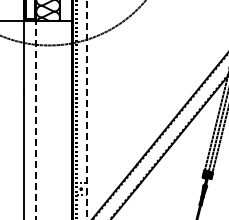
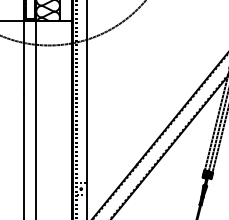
line at (86, 109): dashed -> solid
line at (36, 118): dashed -> solid
